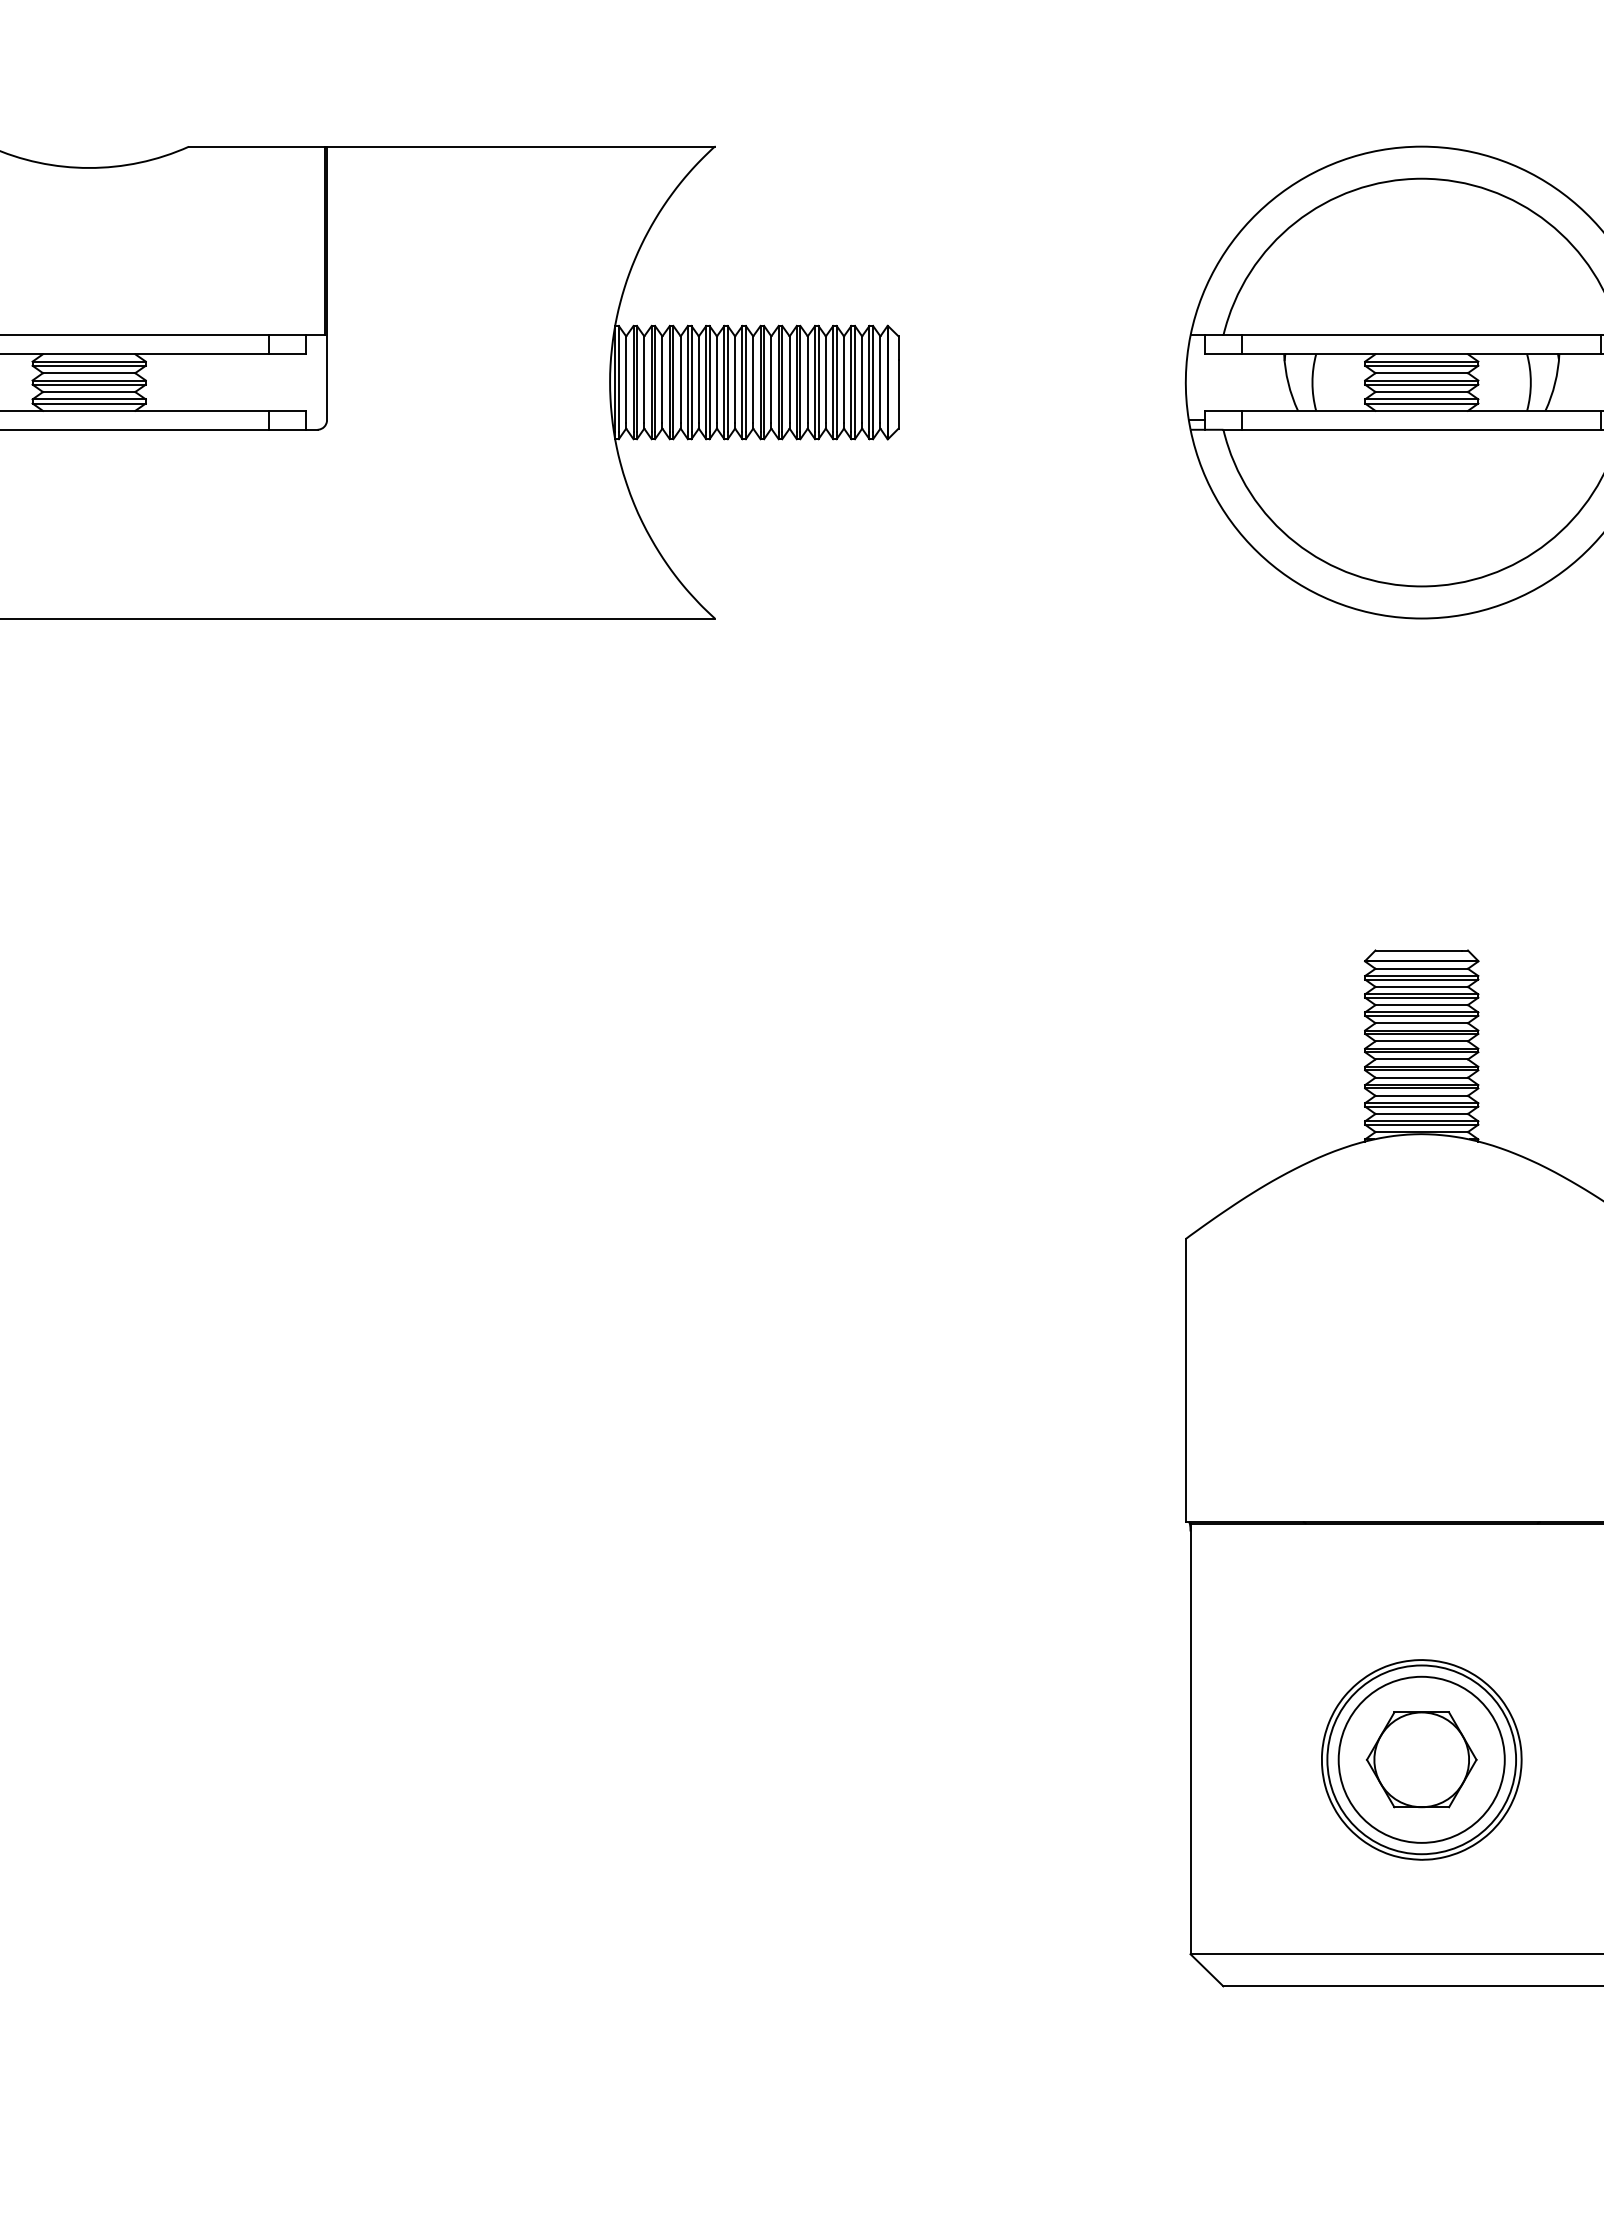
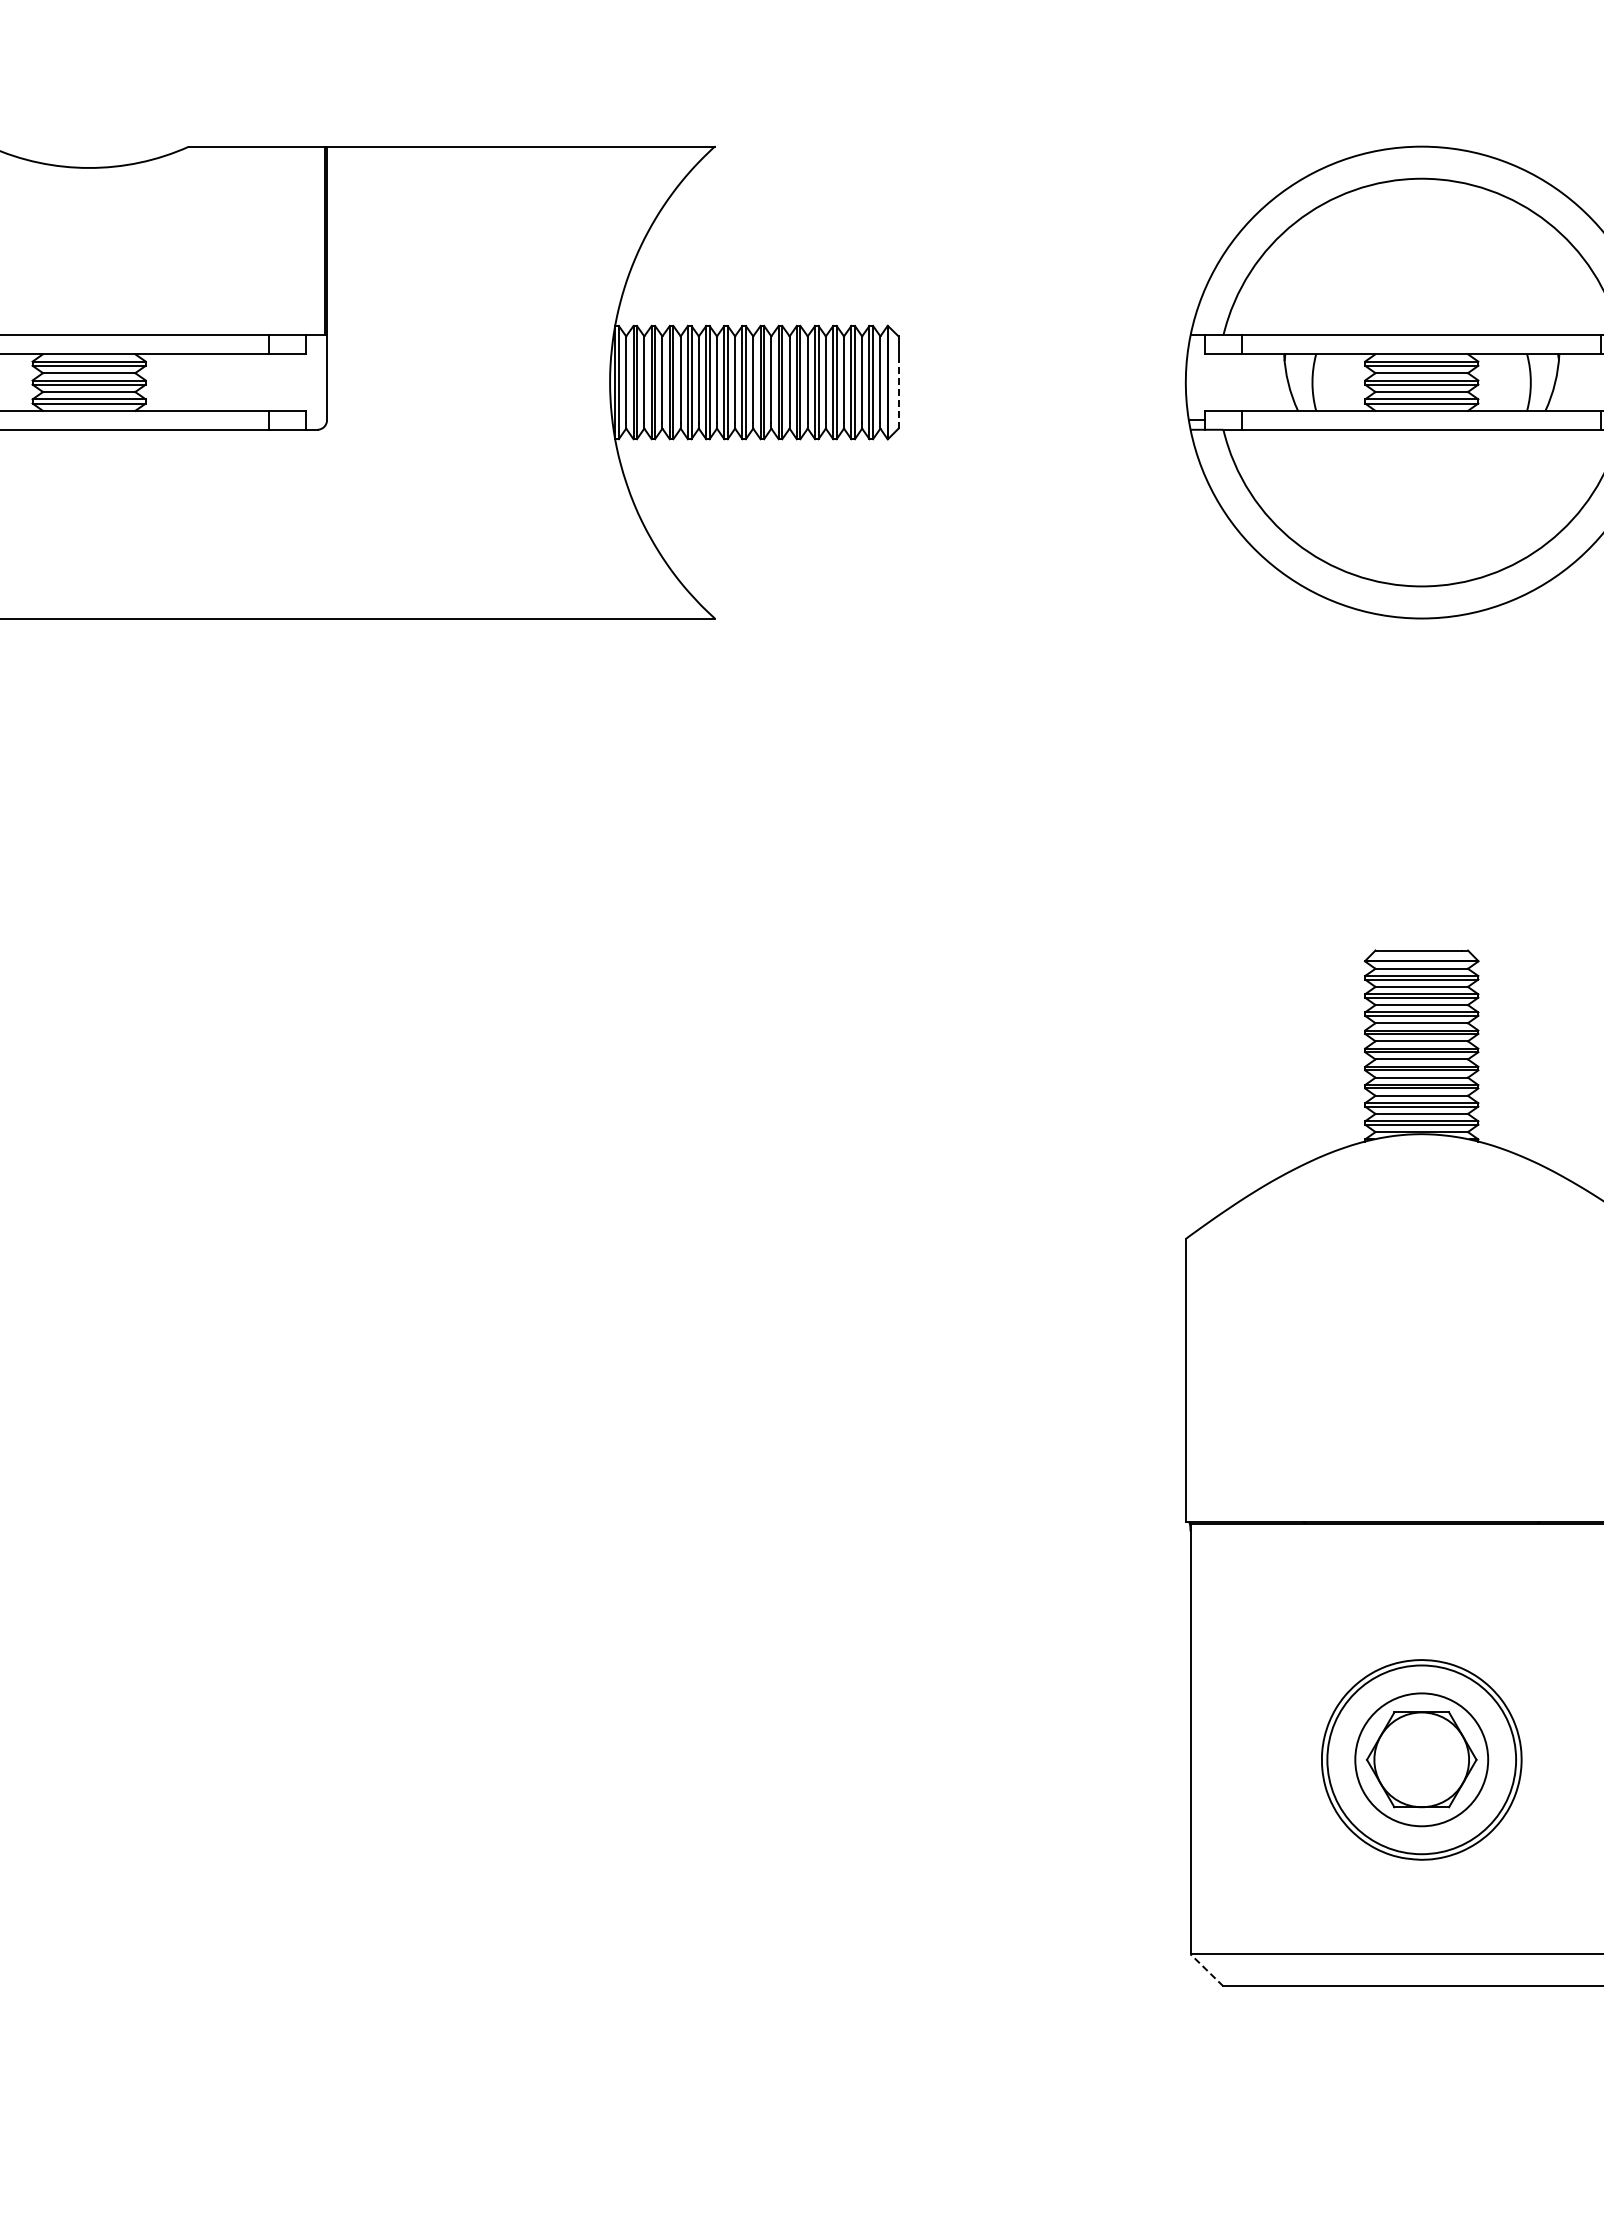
line at (898, 394): solid -> dashed
circle at (1421, 1759) diameter: 166 px -> 133 px
line at (1206, 1970): solid -> dashed
